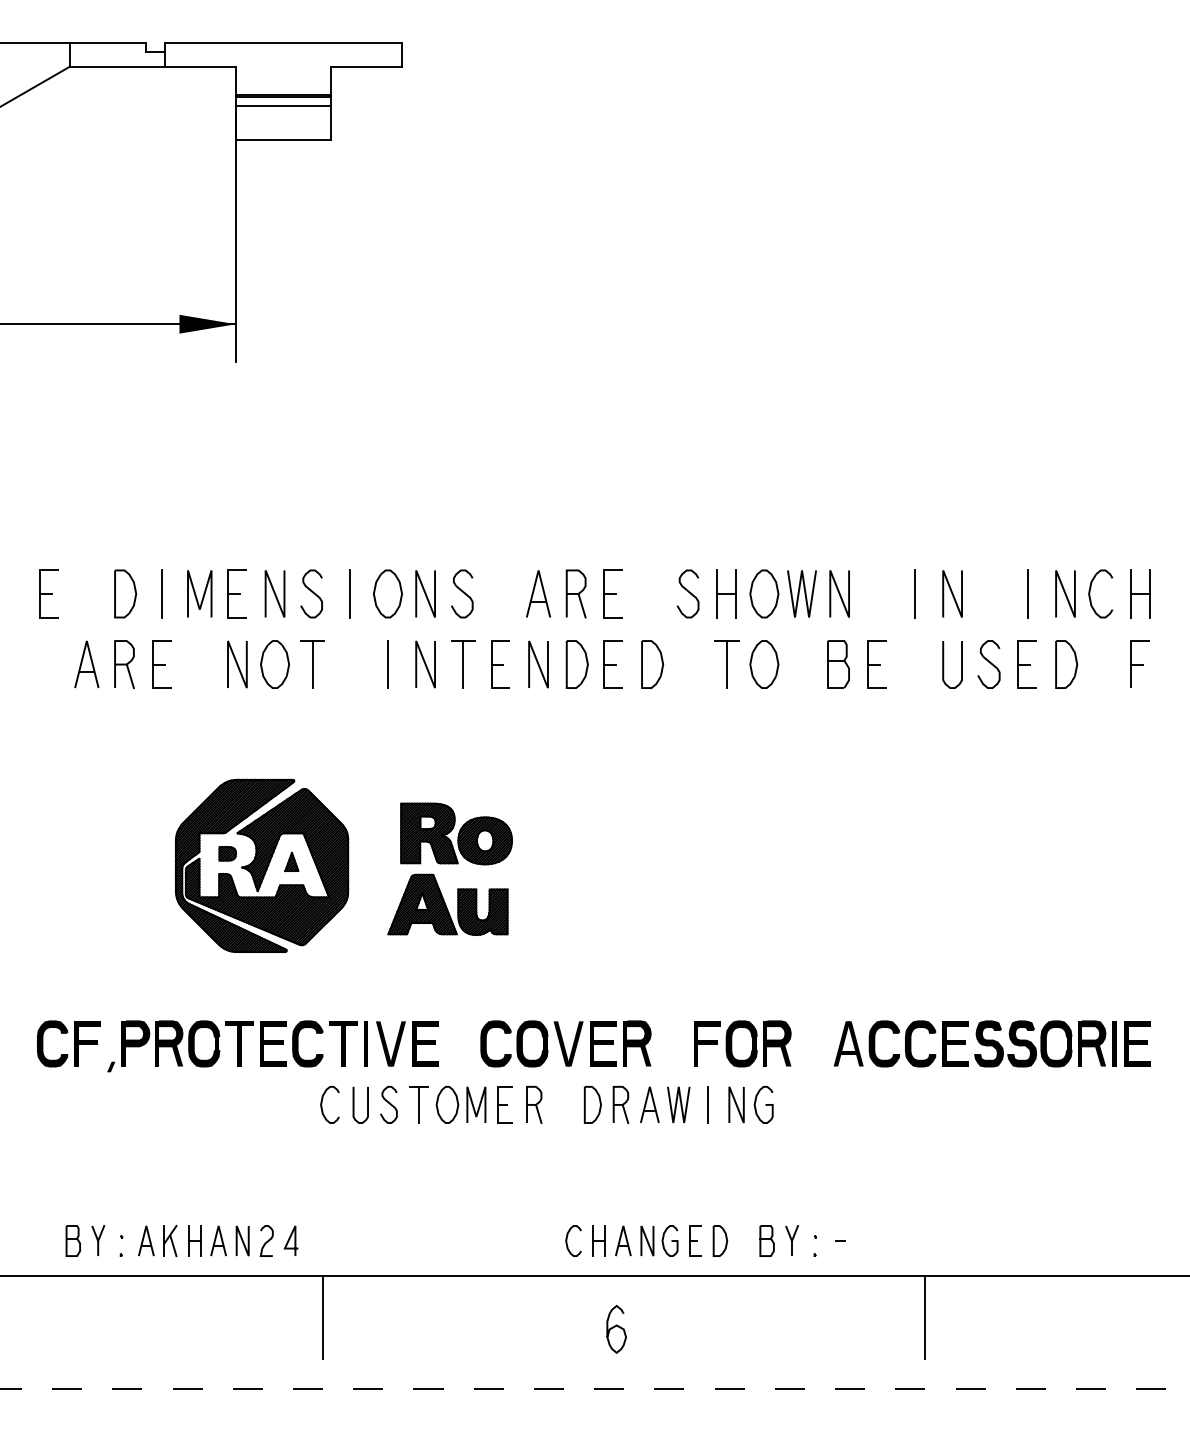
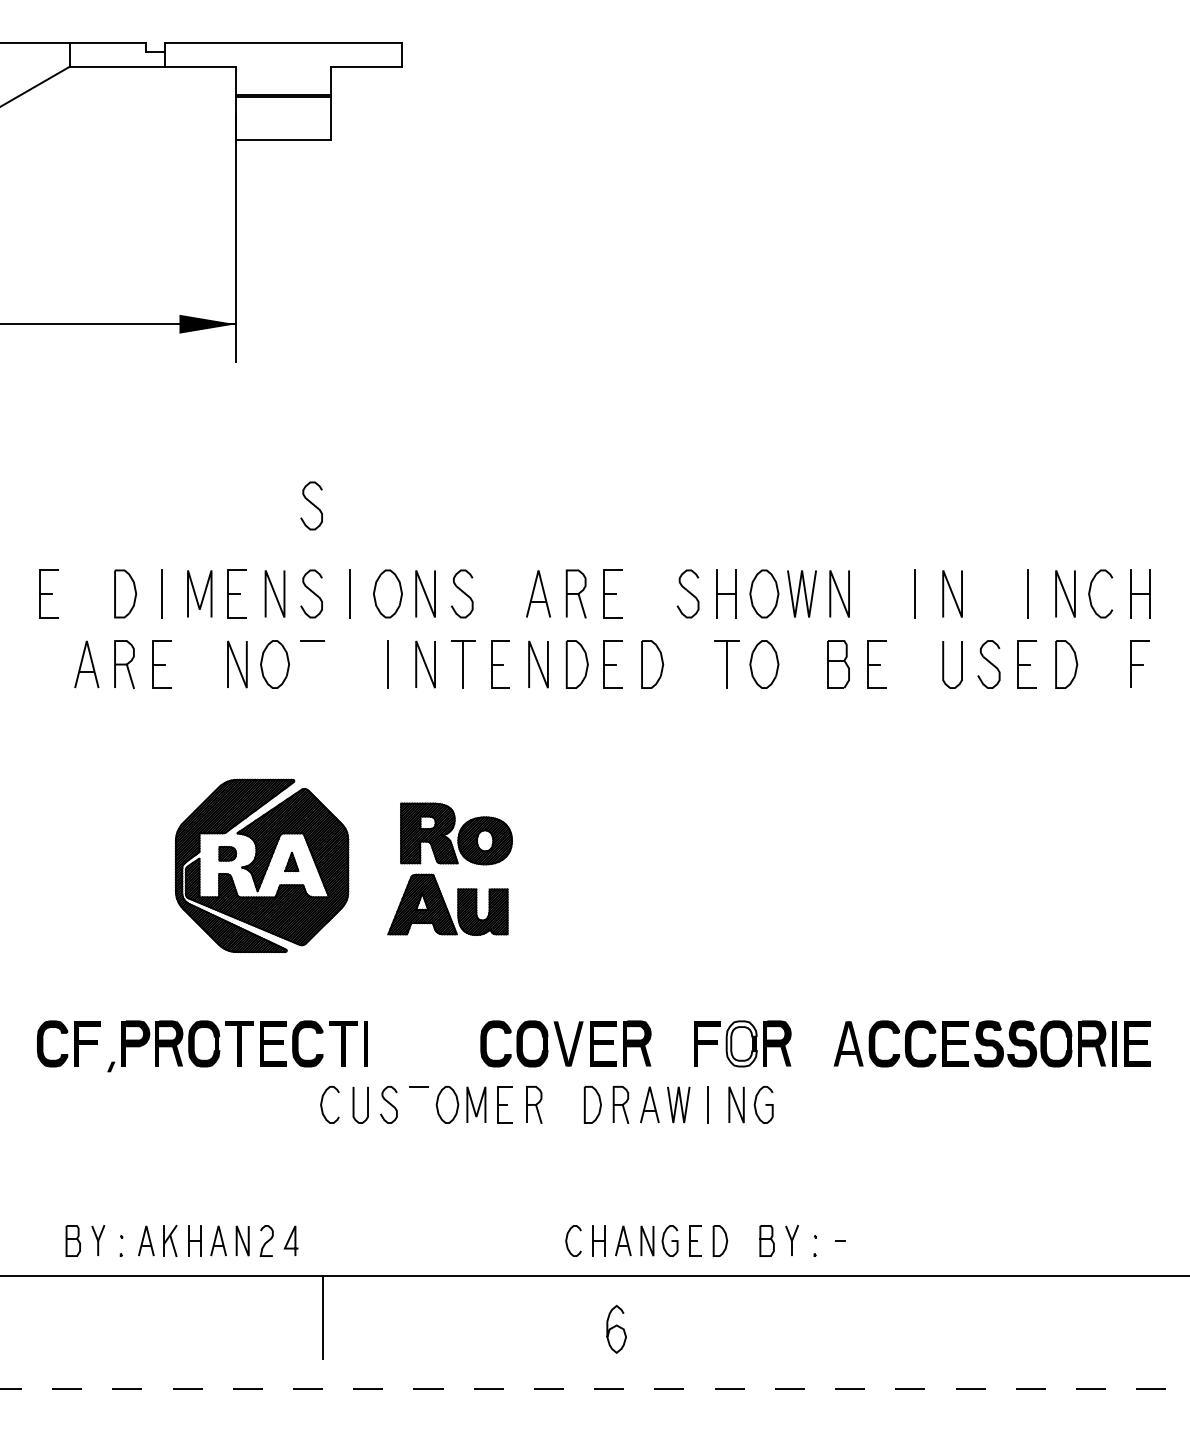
line at (282, 106): present -> none
curve at (311, 504): none -> present
line at (312, 664): present -> none
part at (407, 1043): present -> none
fill at (741, 1043): present -> none
line at (418, 1104): present -> none
line at (925, 1317): present -> none
